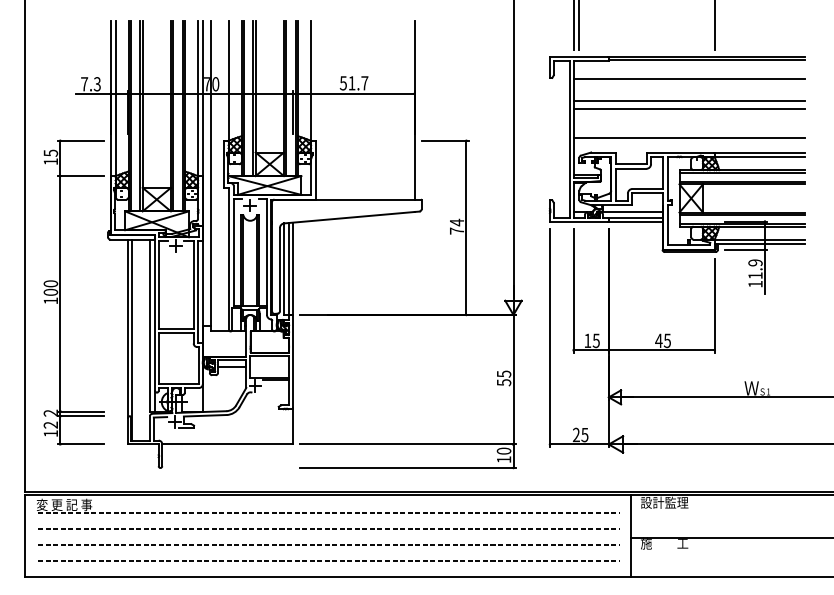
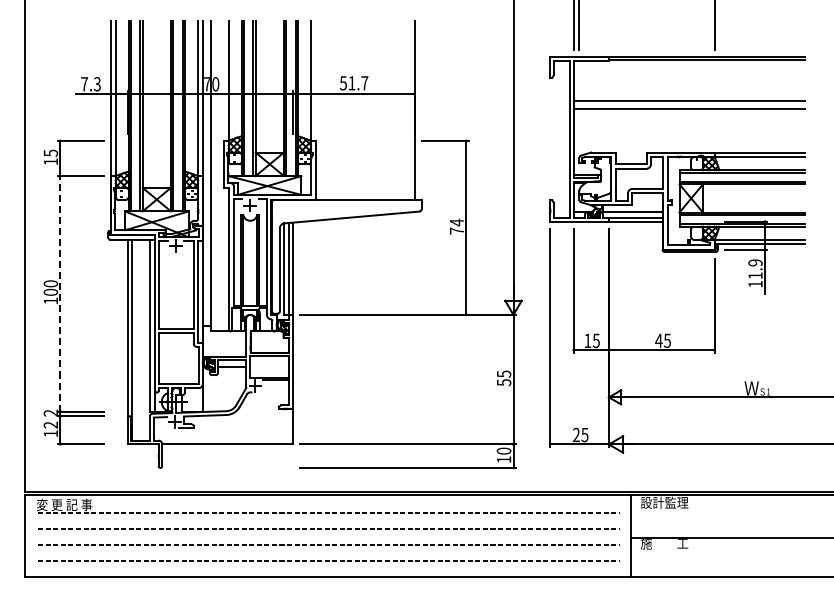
line at (689, 78): present -> none
line at (689, 138): present -> none
line at (60, 293): solid -> dashed
